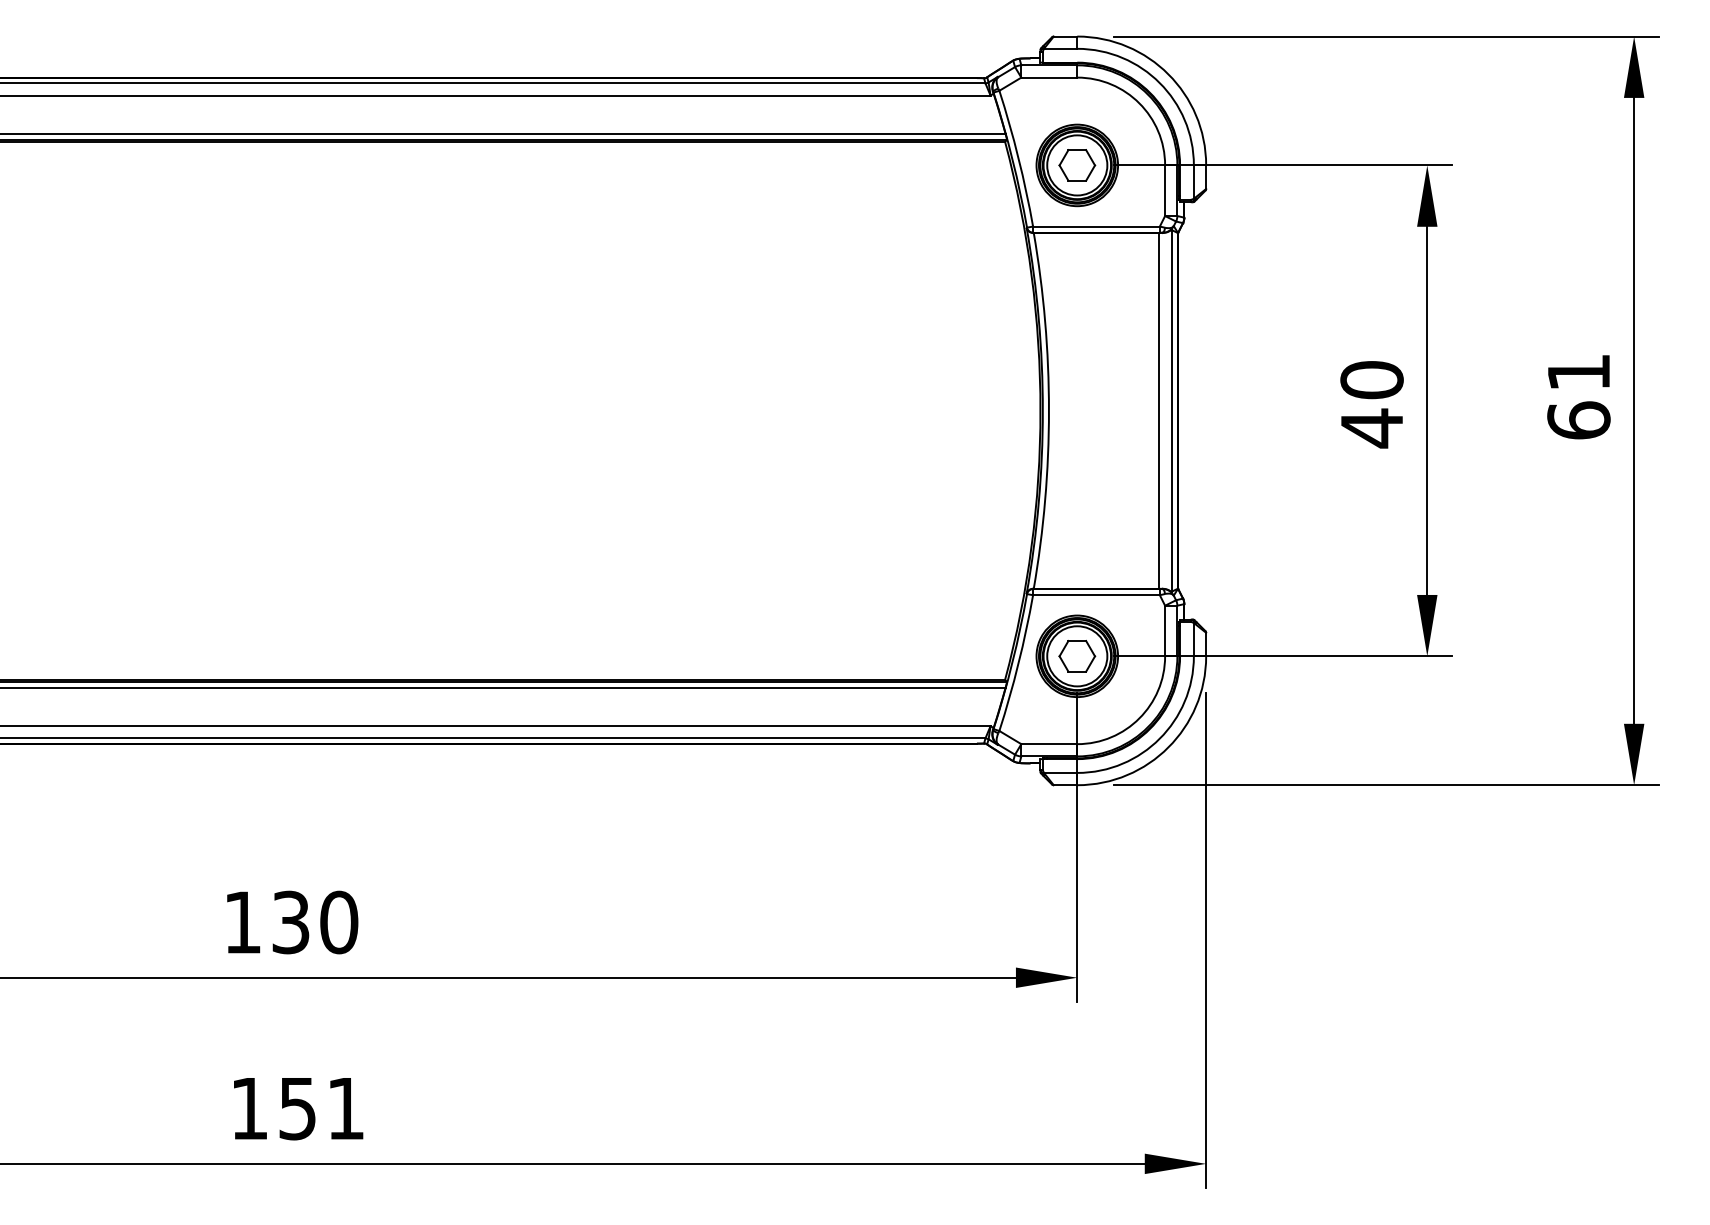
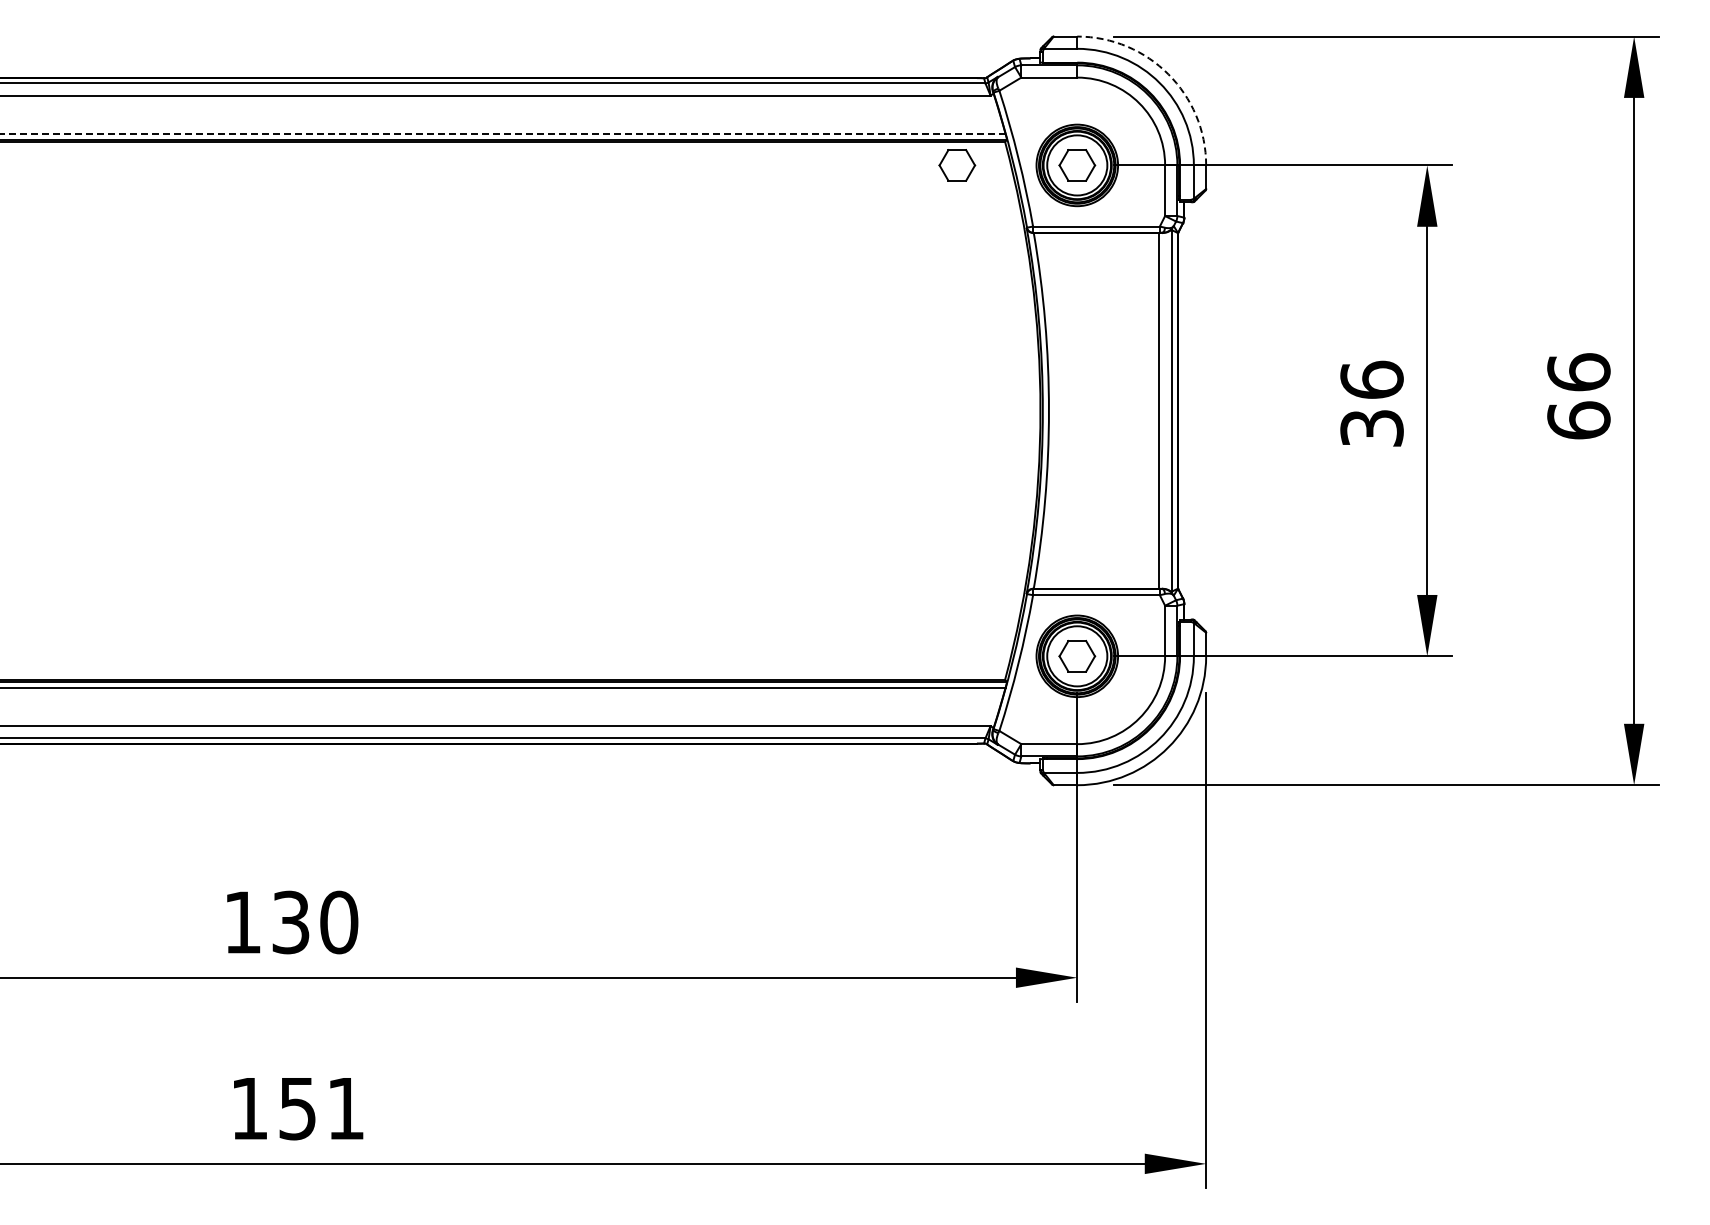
arc at (1168, 74): solid -> dashed
line at (502, 133): solid -> dashed
part at (957, 165): none -> present
text at (1578, 372): 61 -> 66
text at (1371, 404): 40 -> 36
